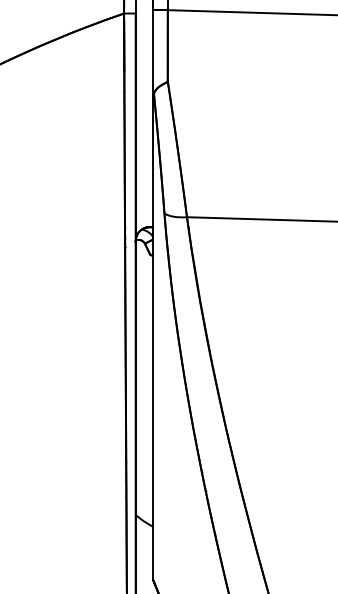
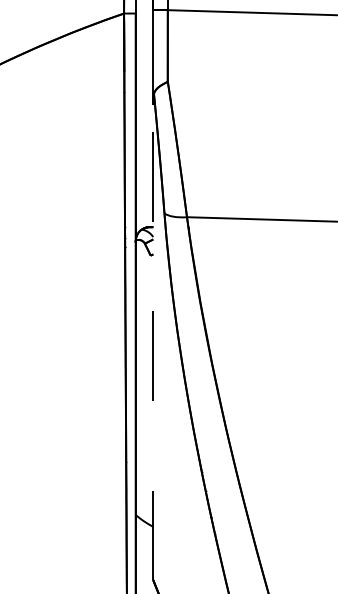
line at (153, 342): solid -> dashed
